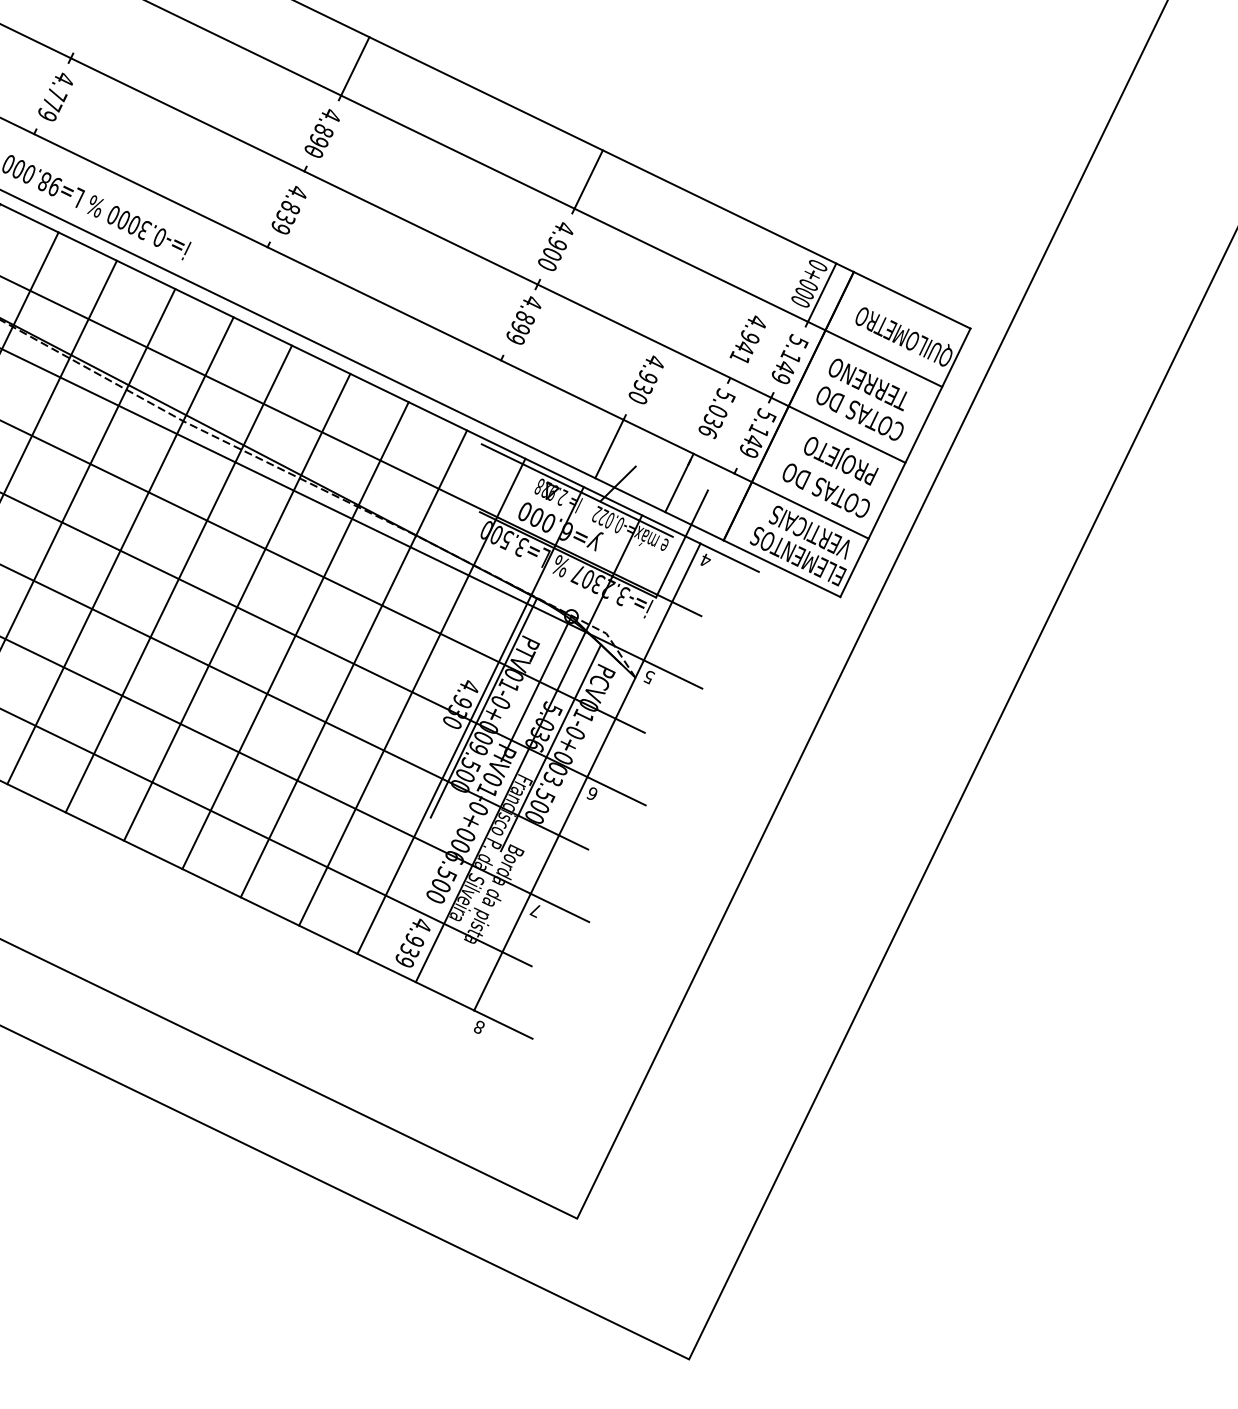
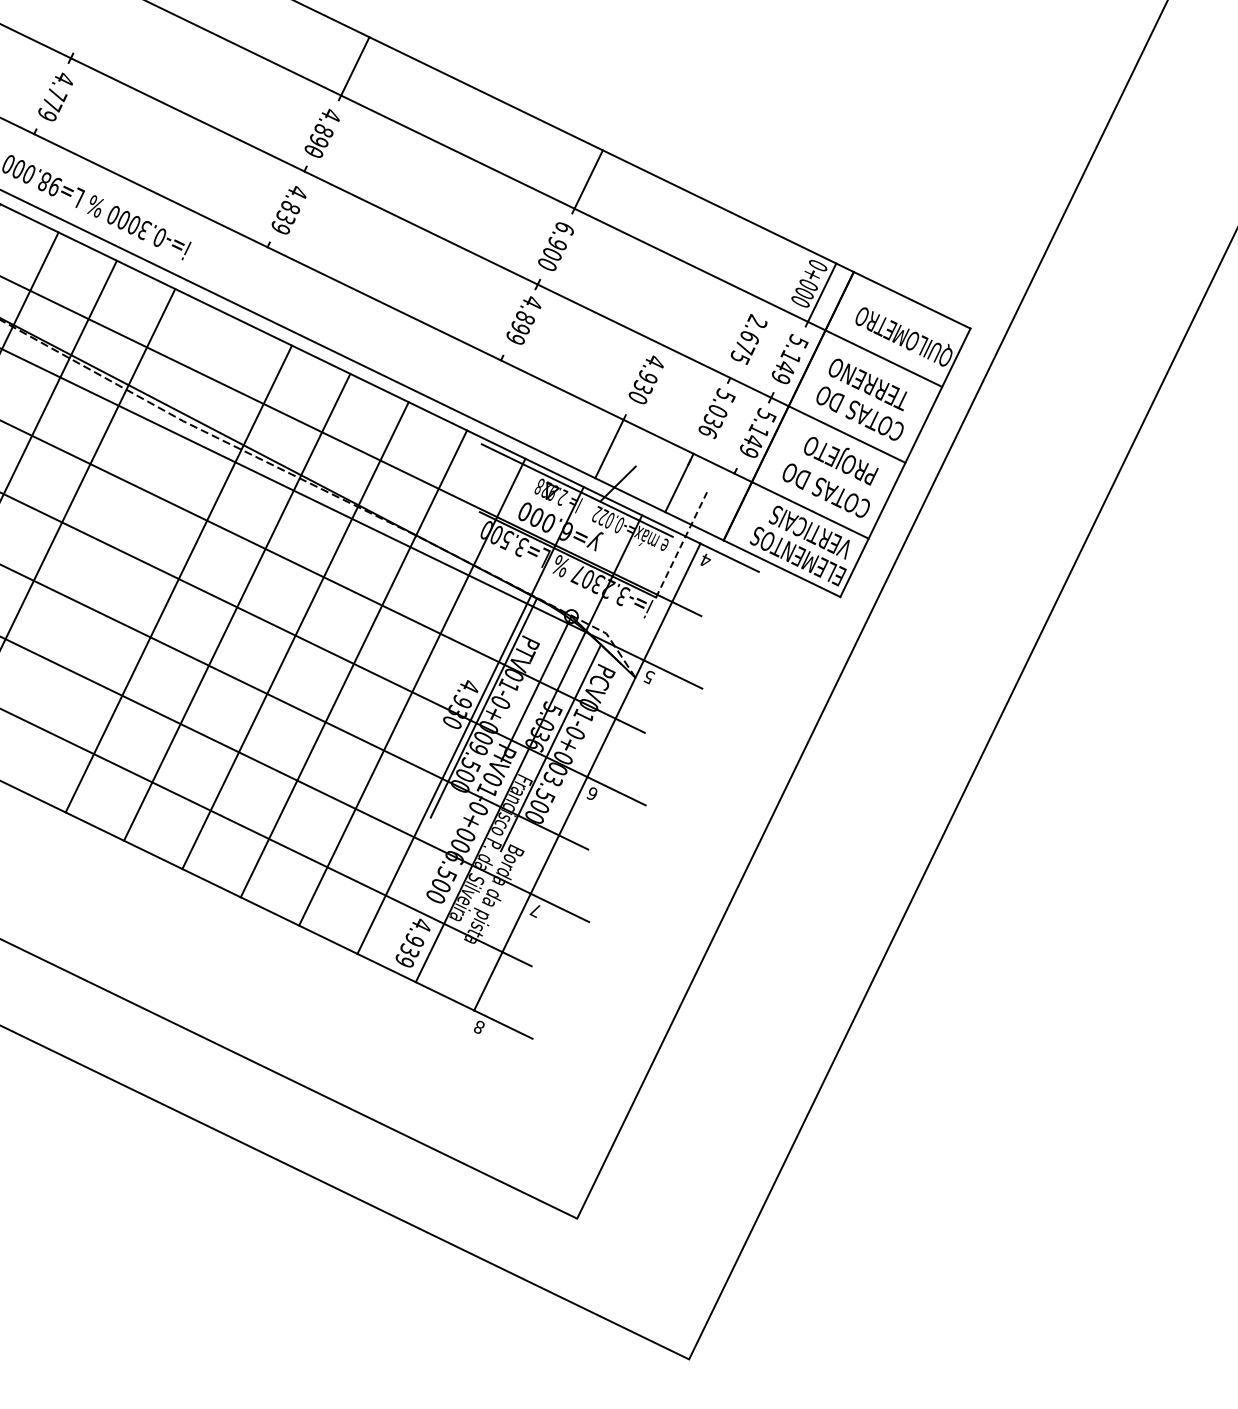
text at (564, 228): 4.900 -> 6.900
text at (748, 339): 4.941 -> 2.675
line at (682, 543): solid -> dashed
line at (120, 550): present -> none
